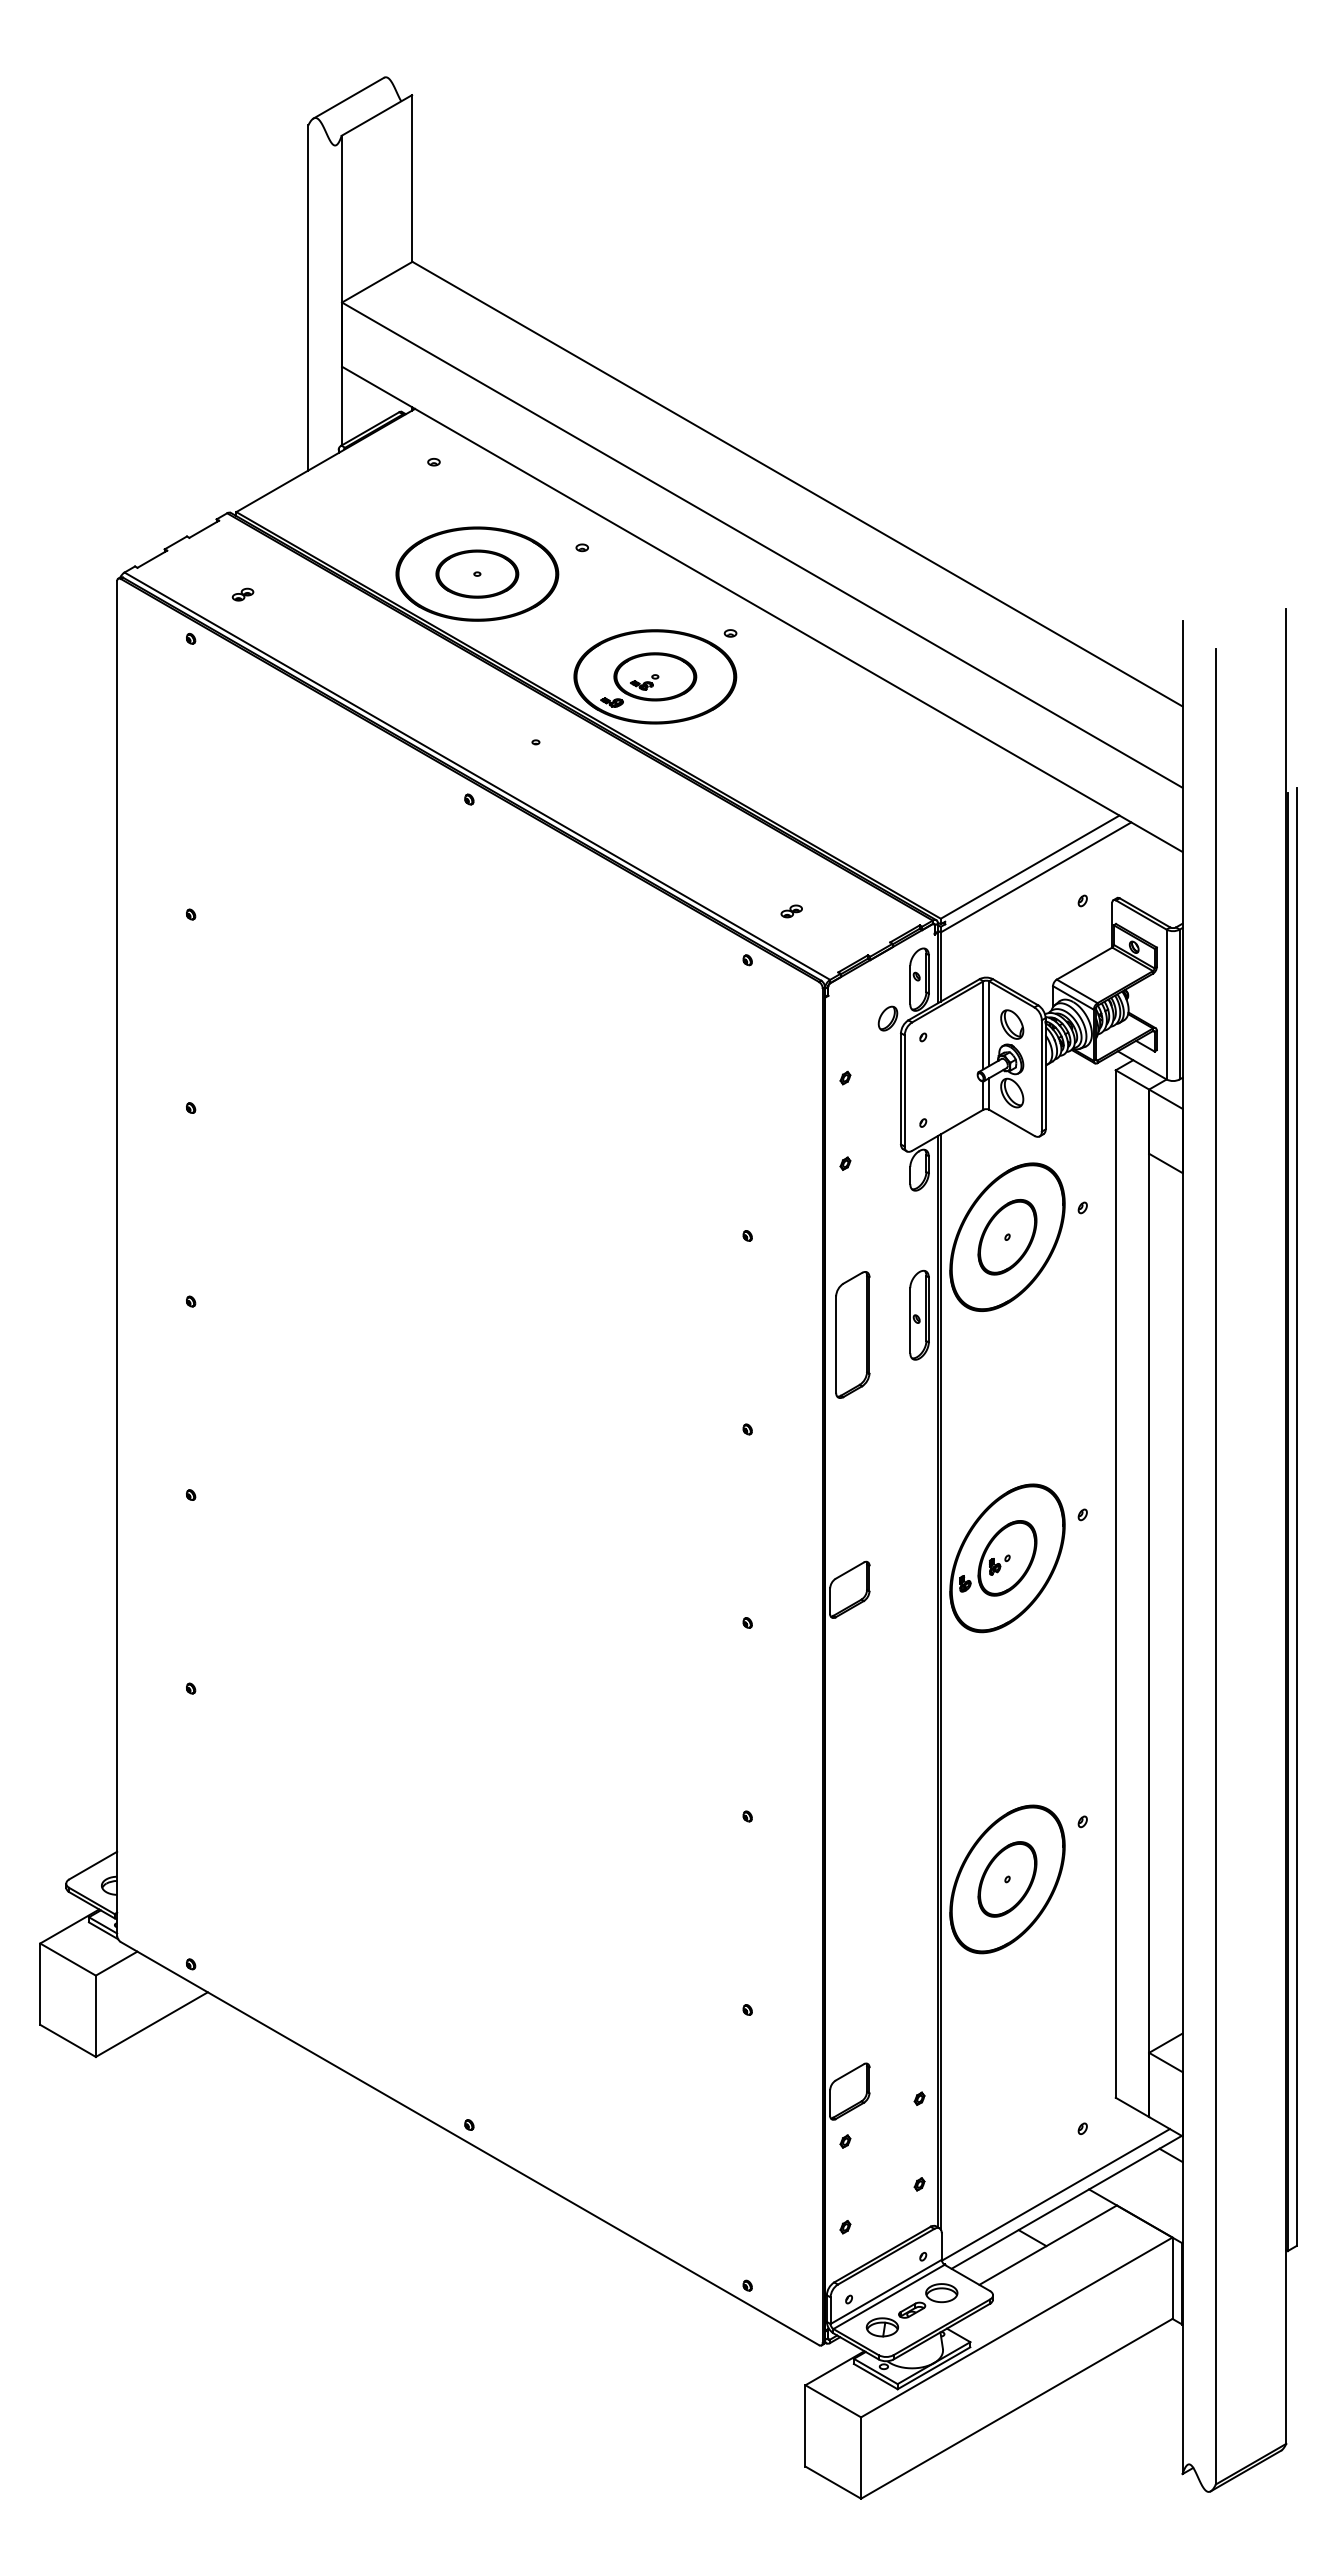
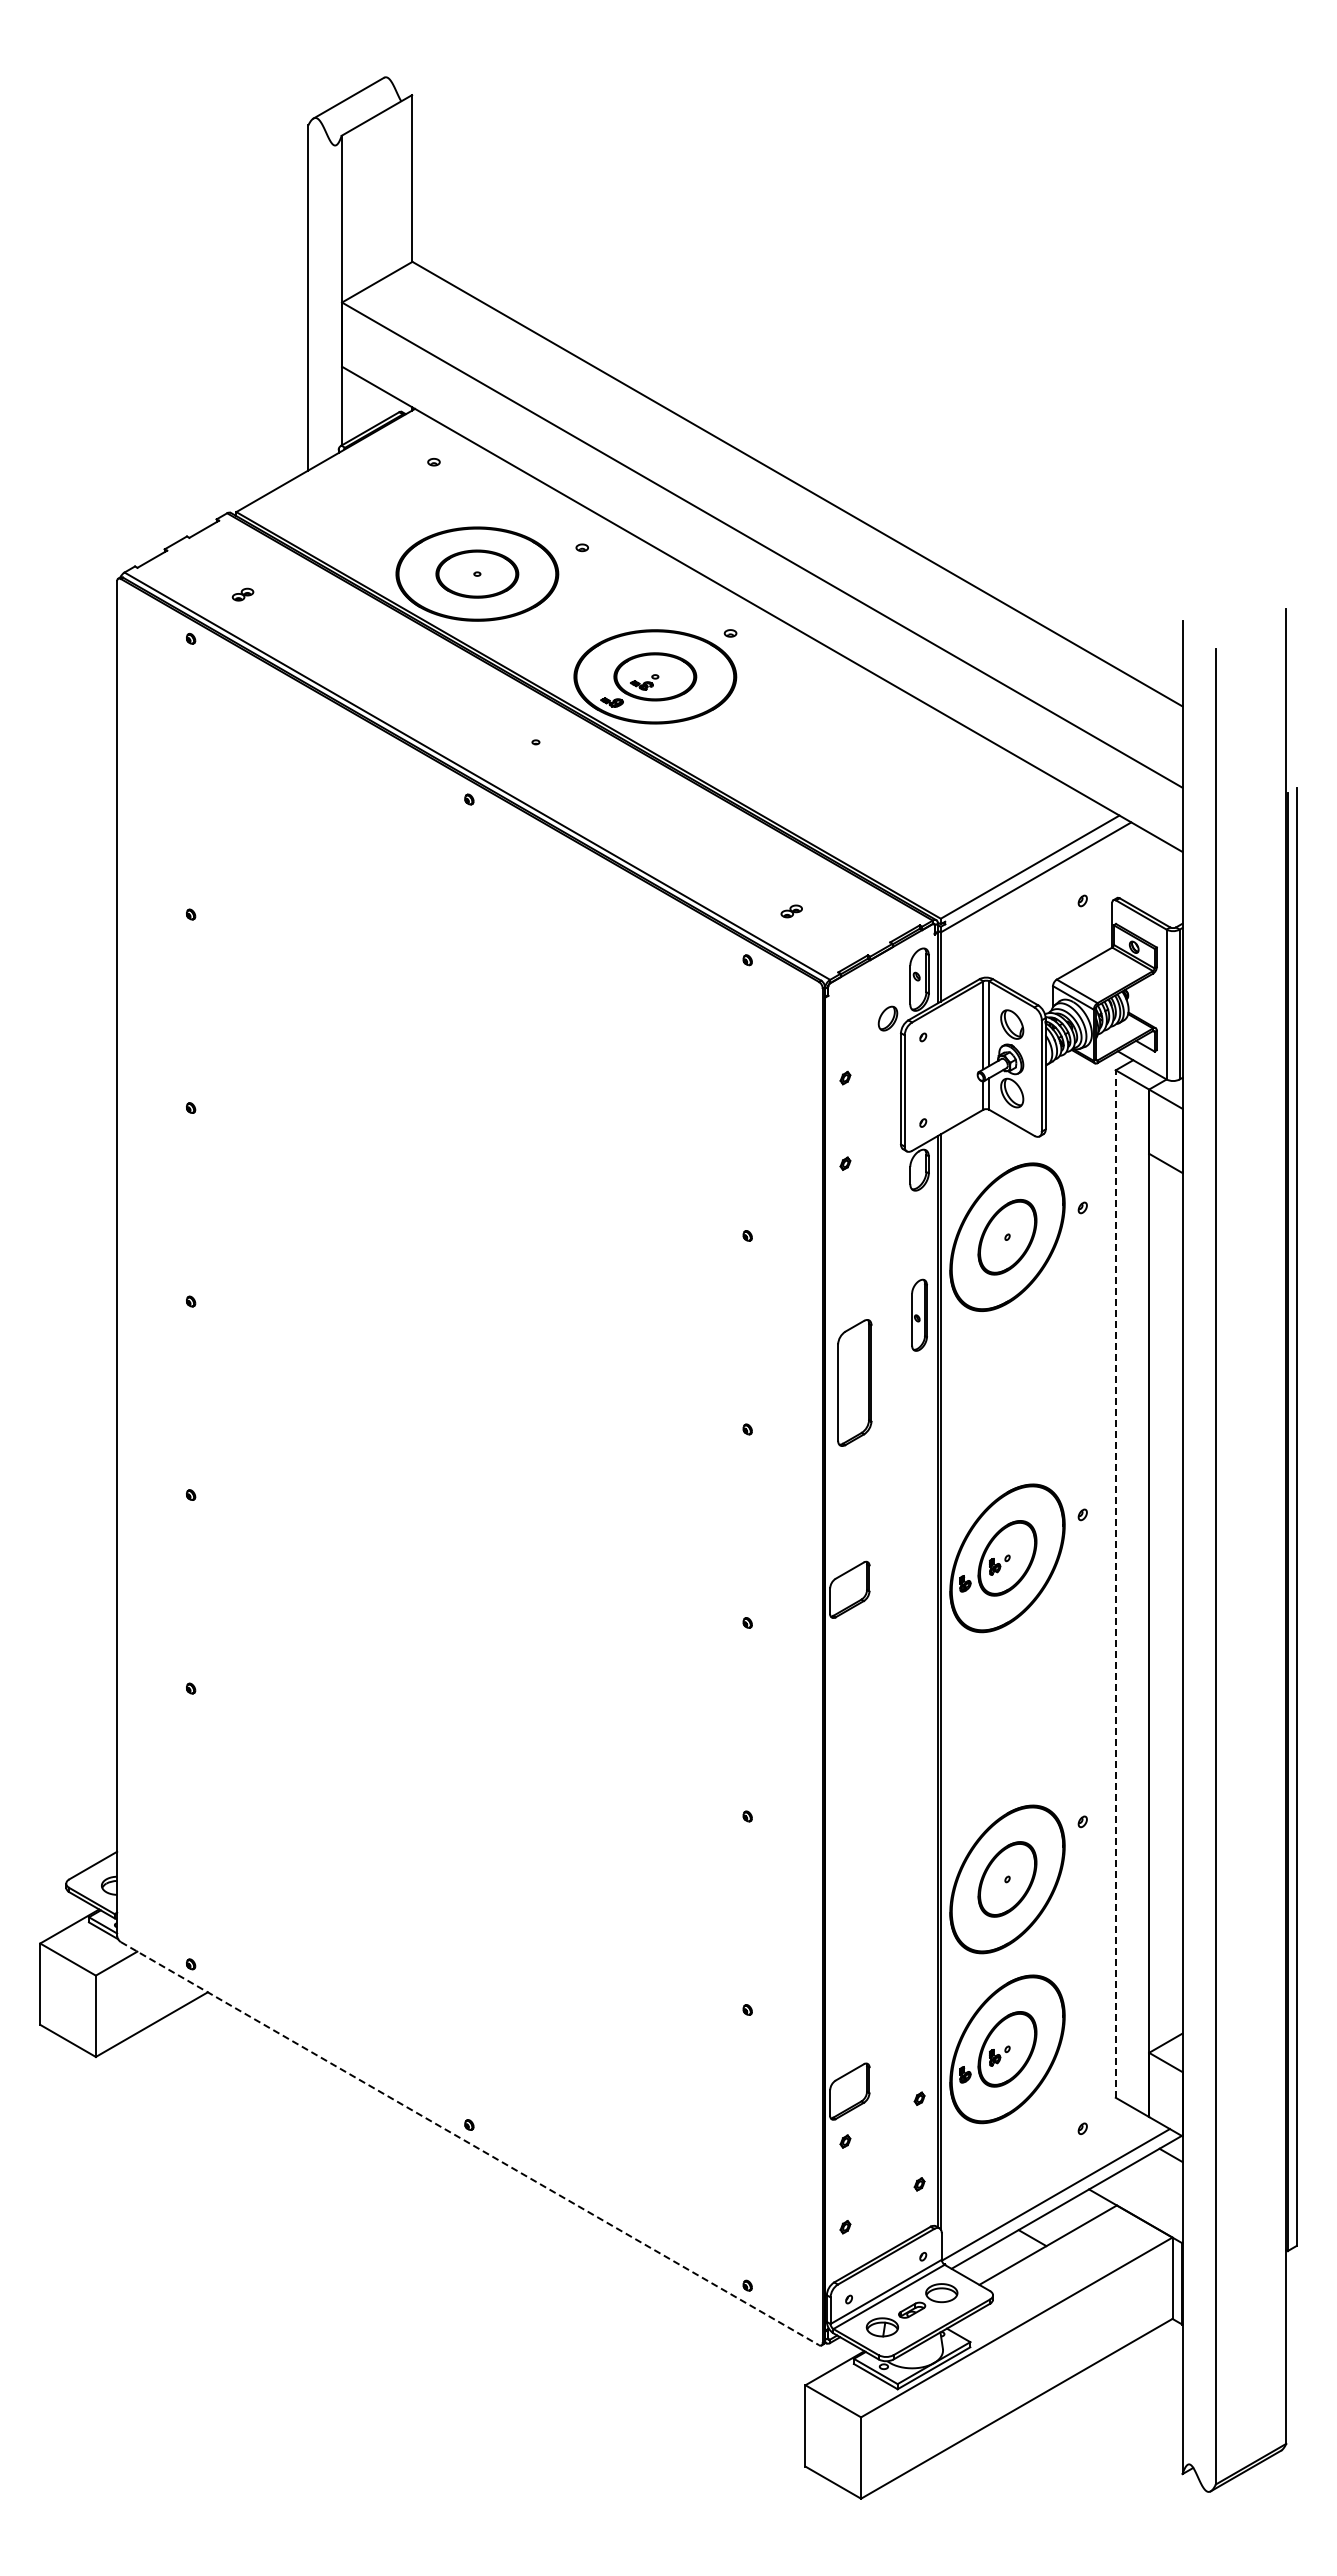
part at (919, 1315) size: 21x91 px -> 17x74 px
part at (852, 1334) position: (852, 1334) -> (854, 1382)
line at (1115, 1584): solid -> dashed
part at (1007, 2049): none -> present
line at (470, 2143): solid -> dashed
